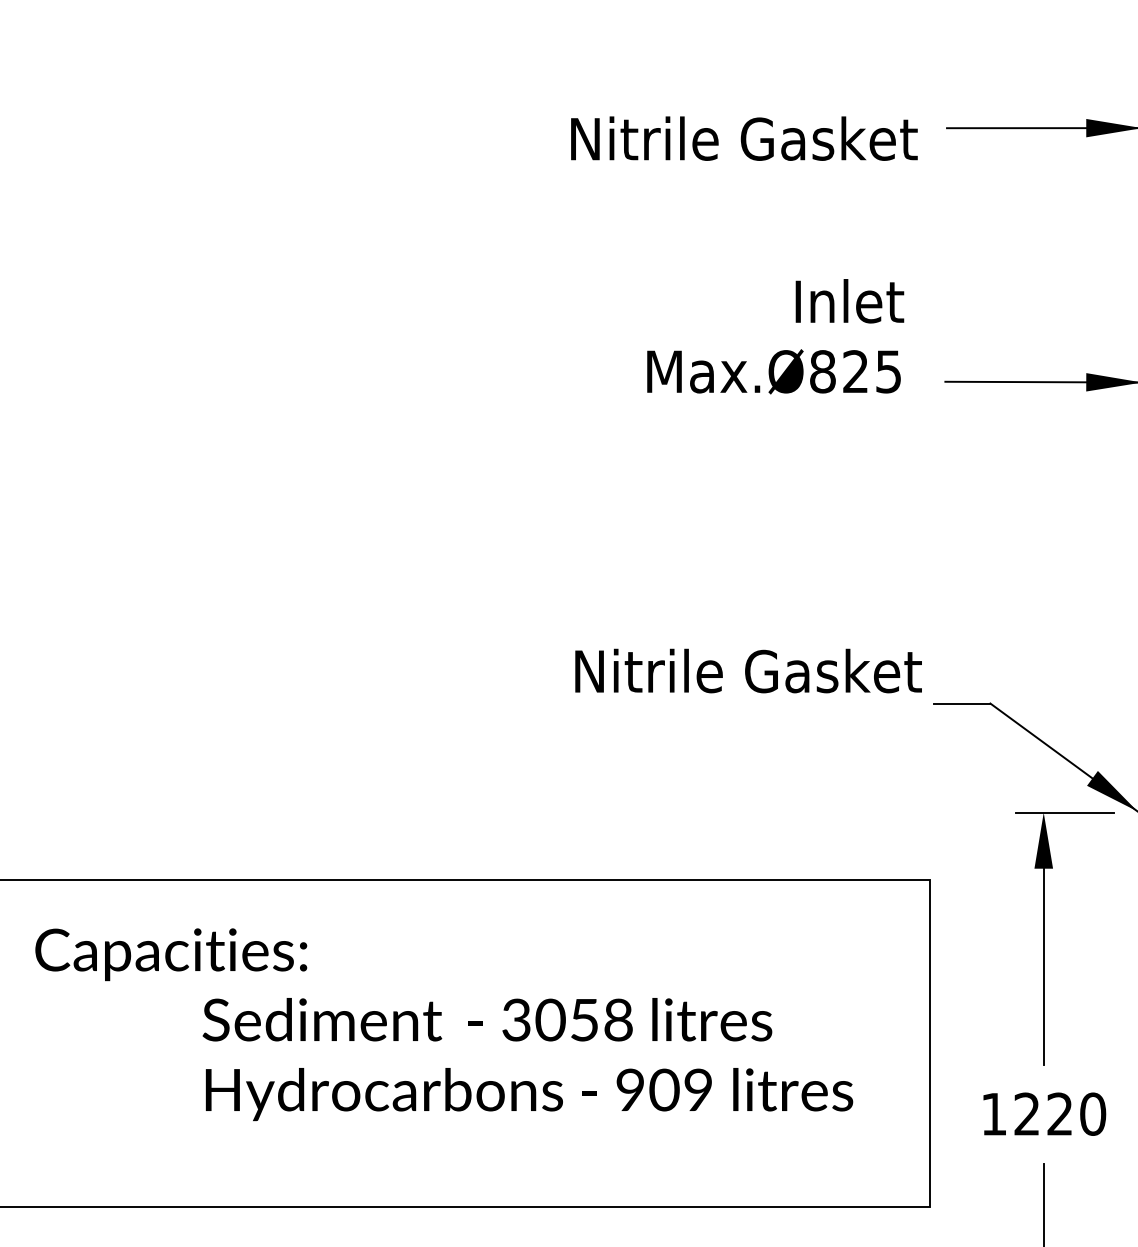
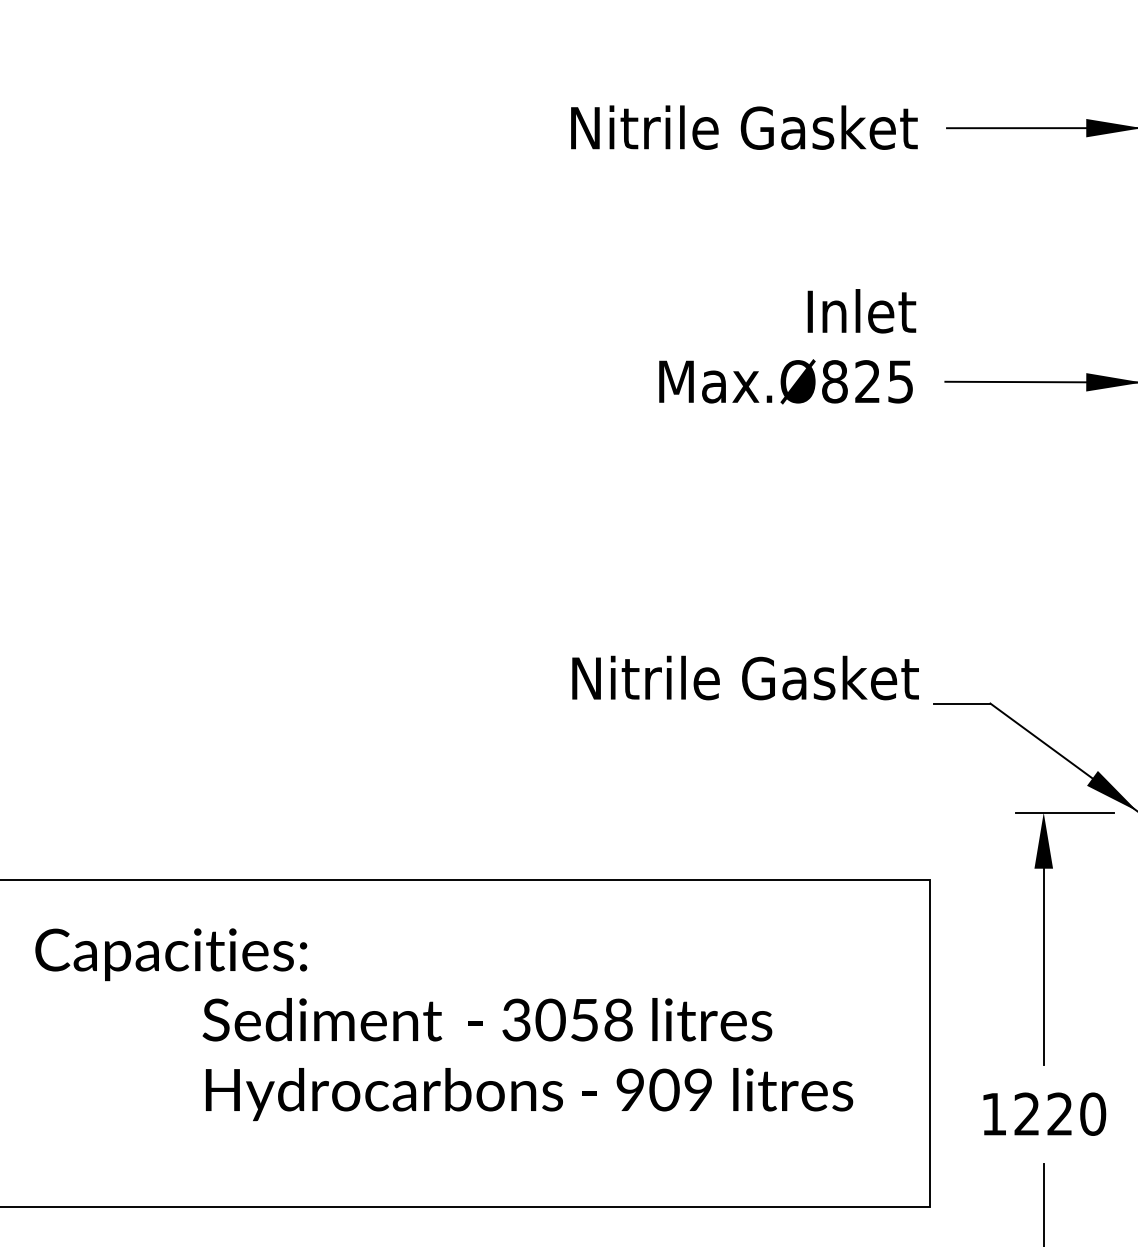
text at (744, 138) position: (744, 138) -> (744, 127)
text at (775, 336) position: (775, 336) -> (787, 346)
text at (748, 670) position: (748, 670) -> (745, 677)
